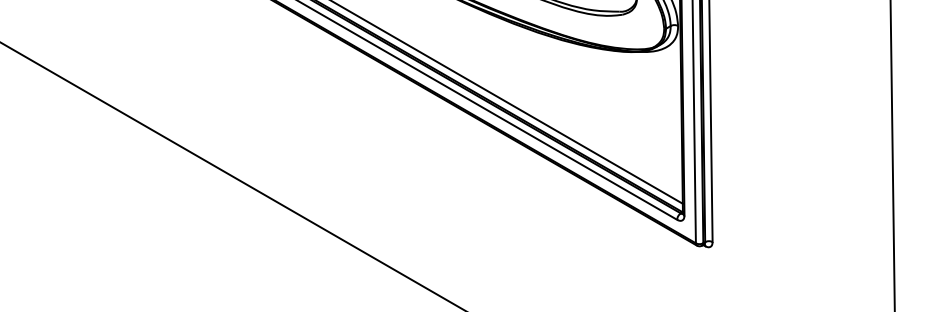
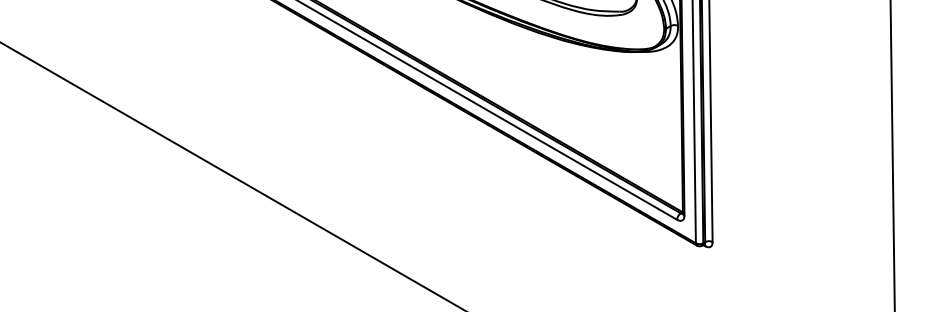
line at (507, 102): present -> none
